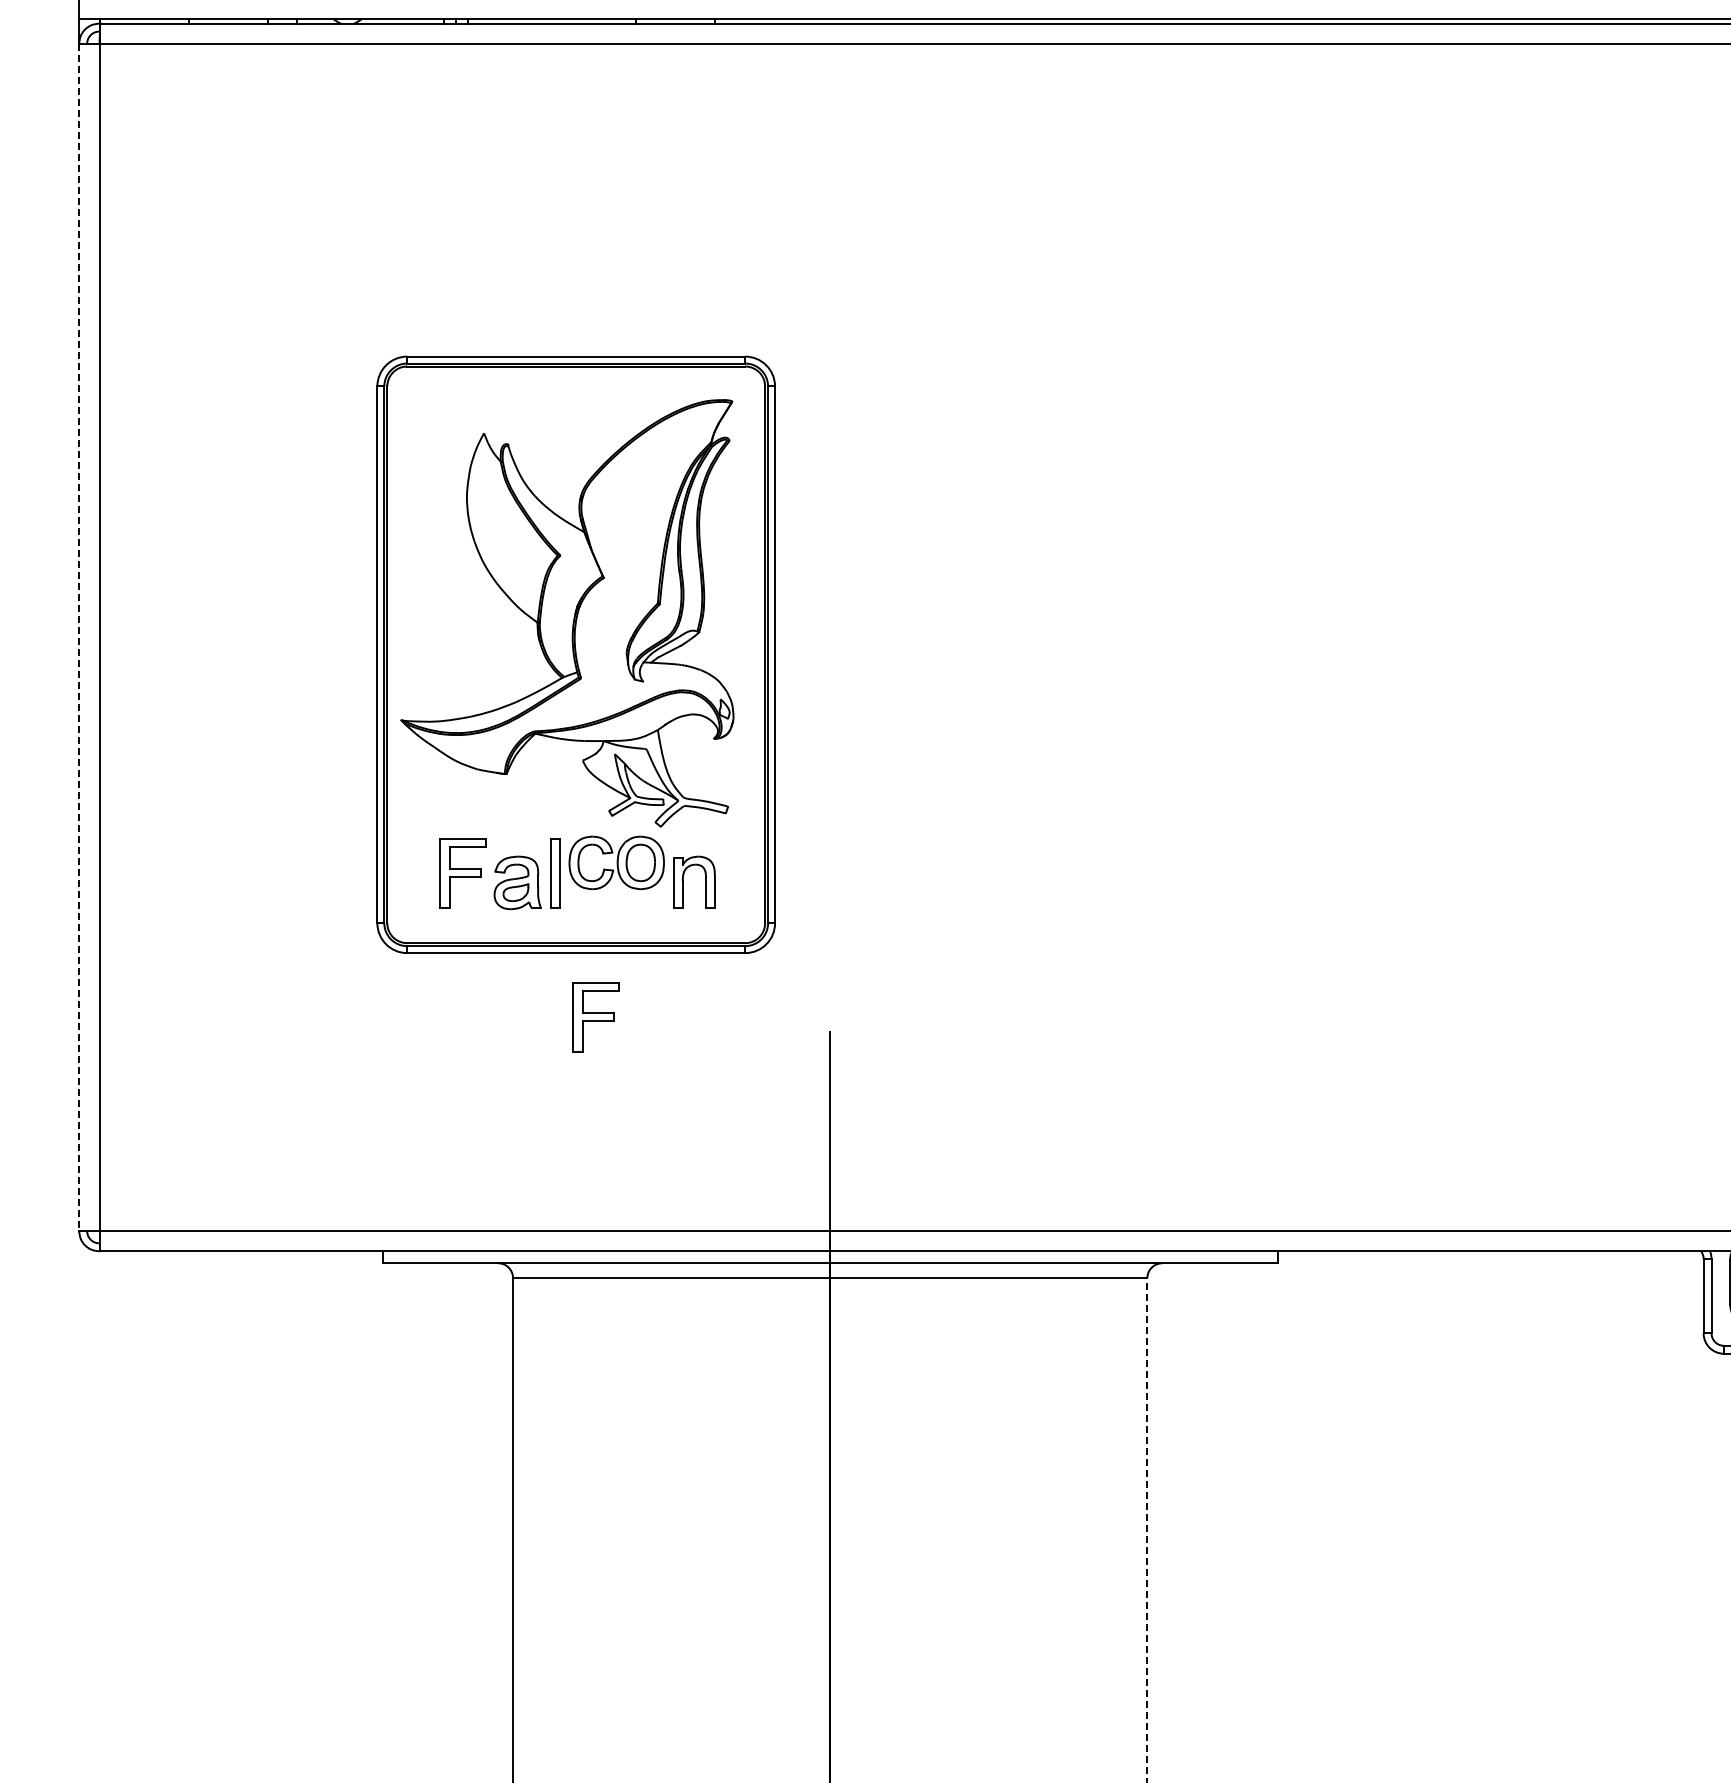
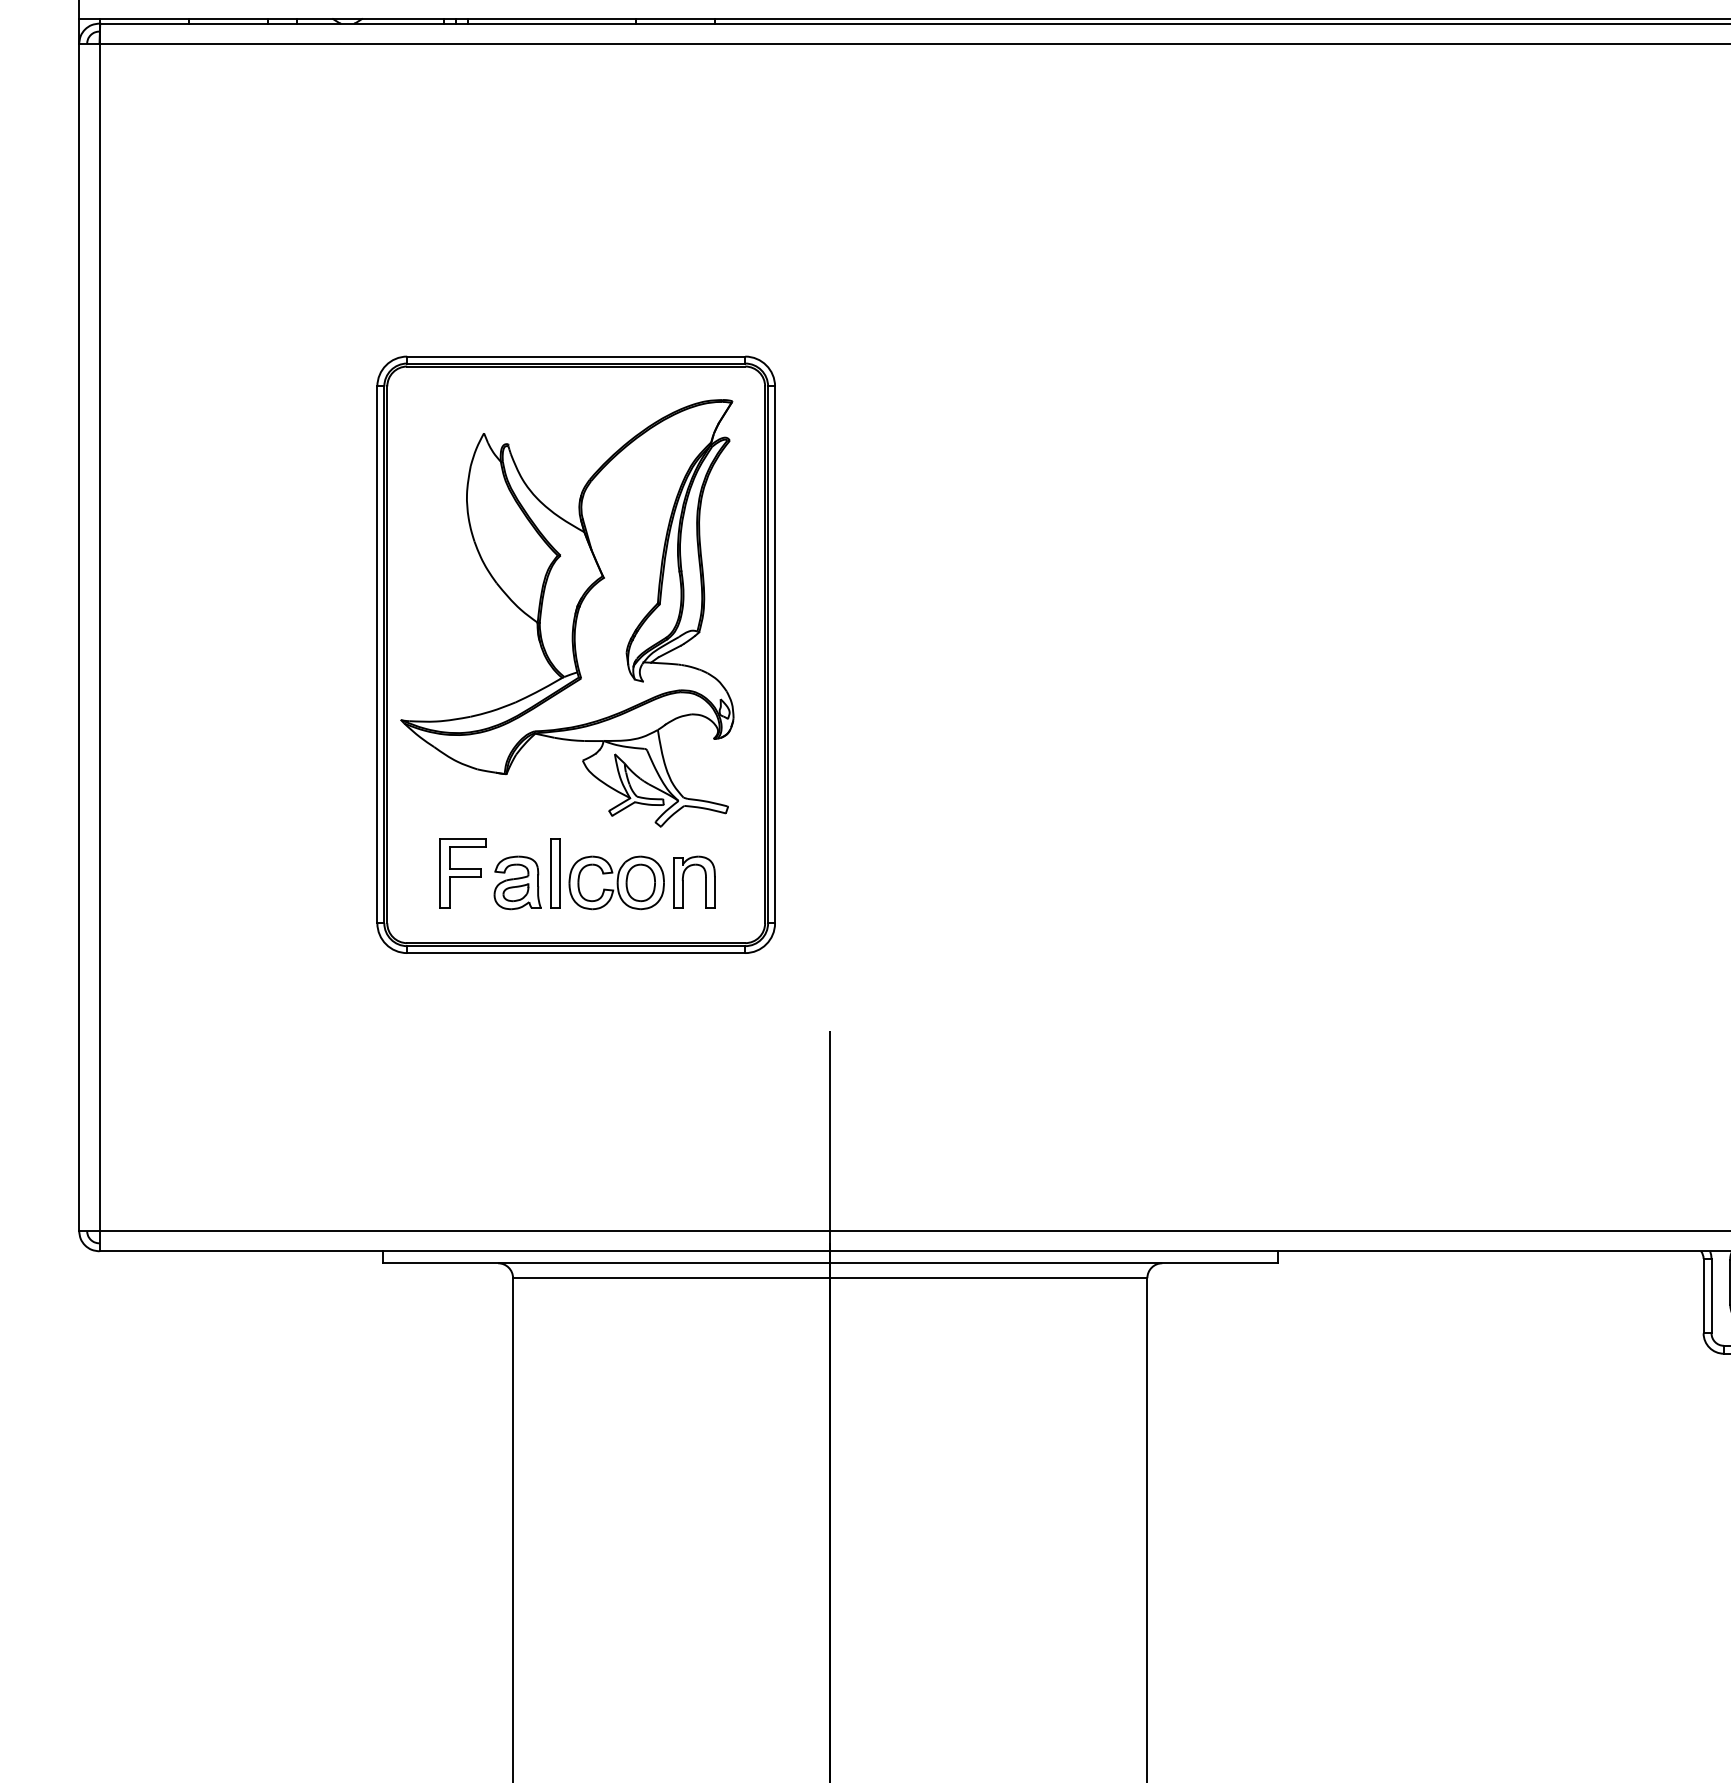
line at (79, 637): dashed -> solid
part at (616, 862) position: (616, 862) -> (616, 882)
part at (595, 1017): present -> none
line at (1147, 1530): dashed -> solid
